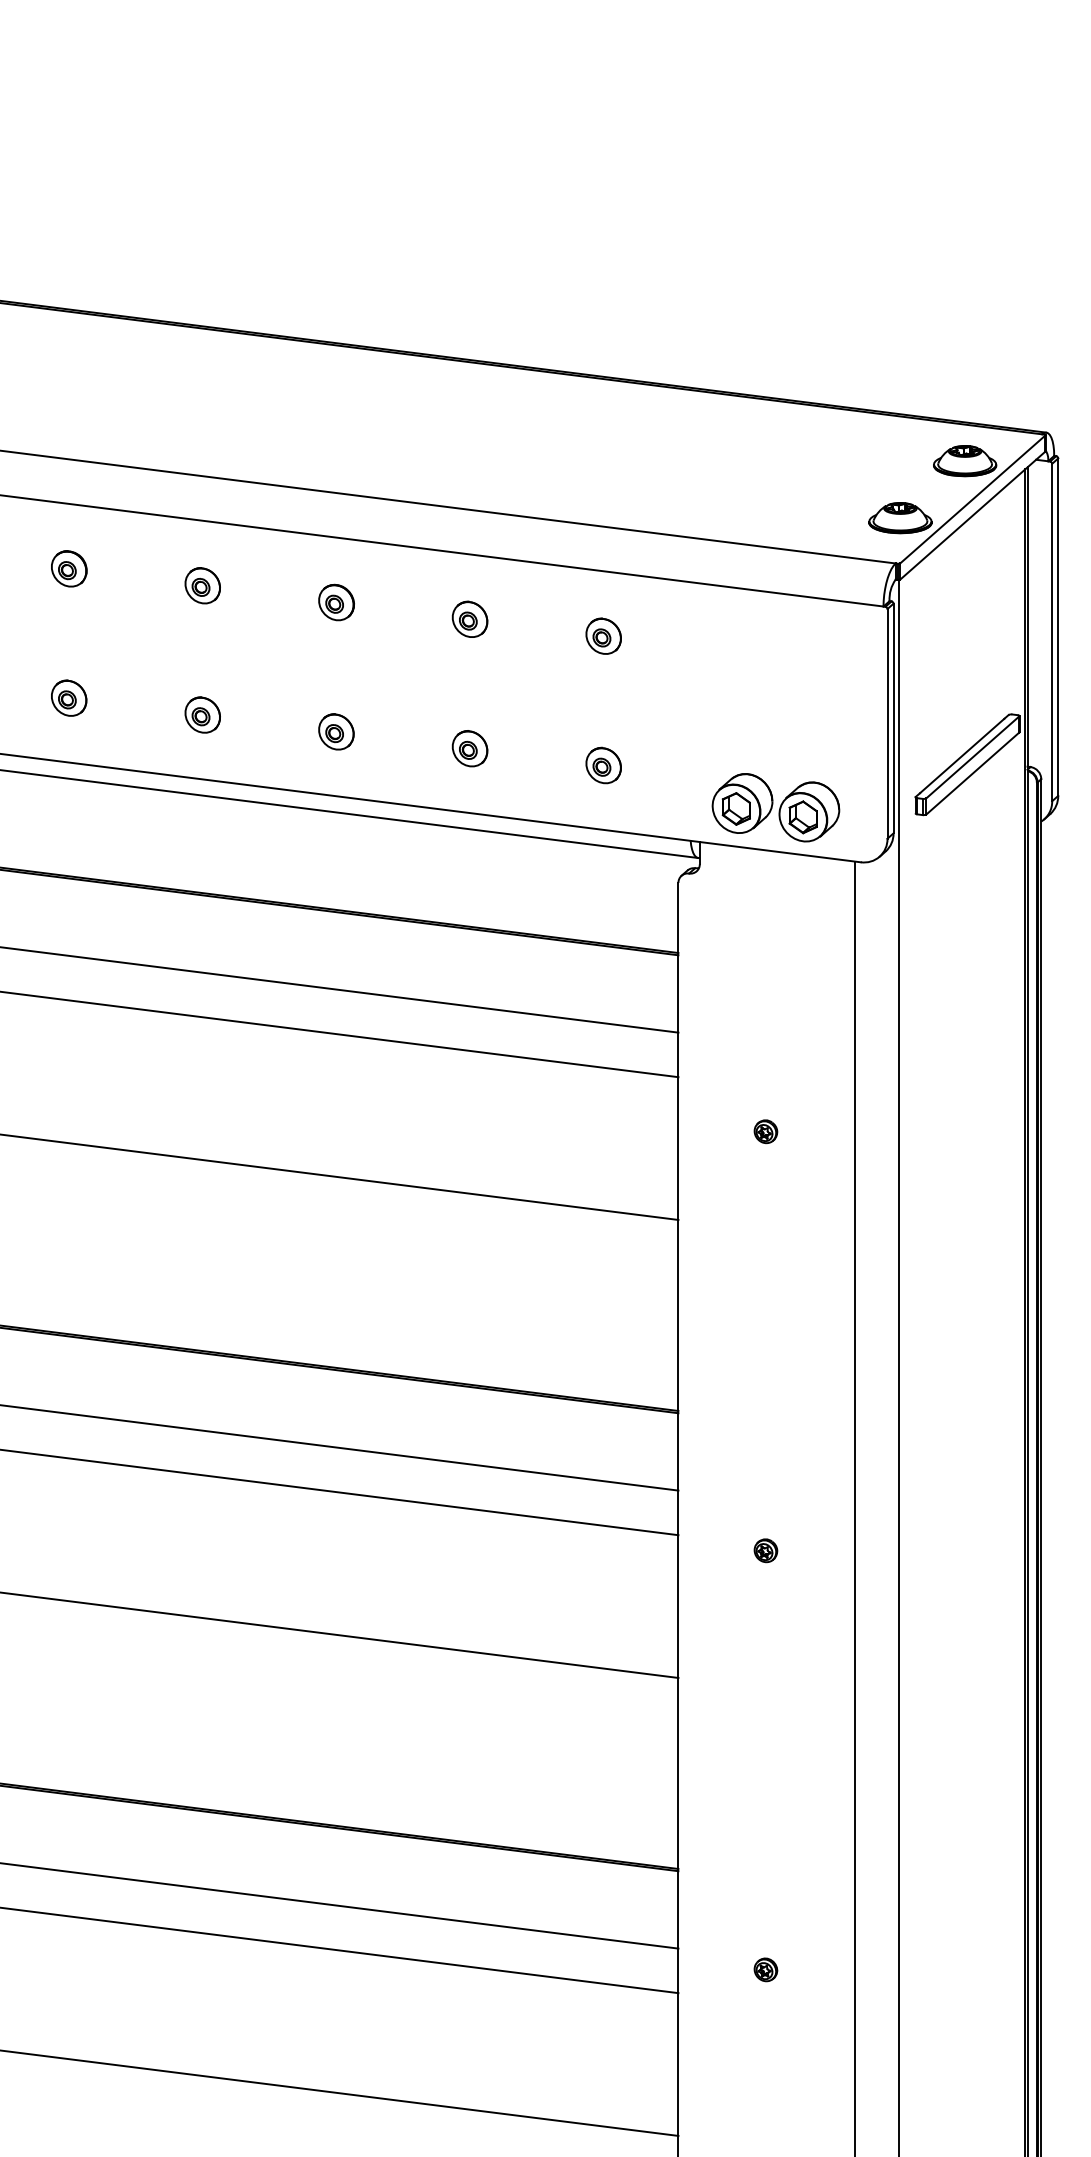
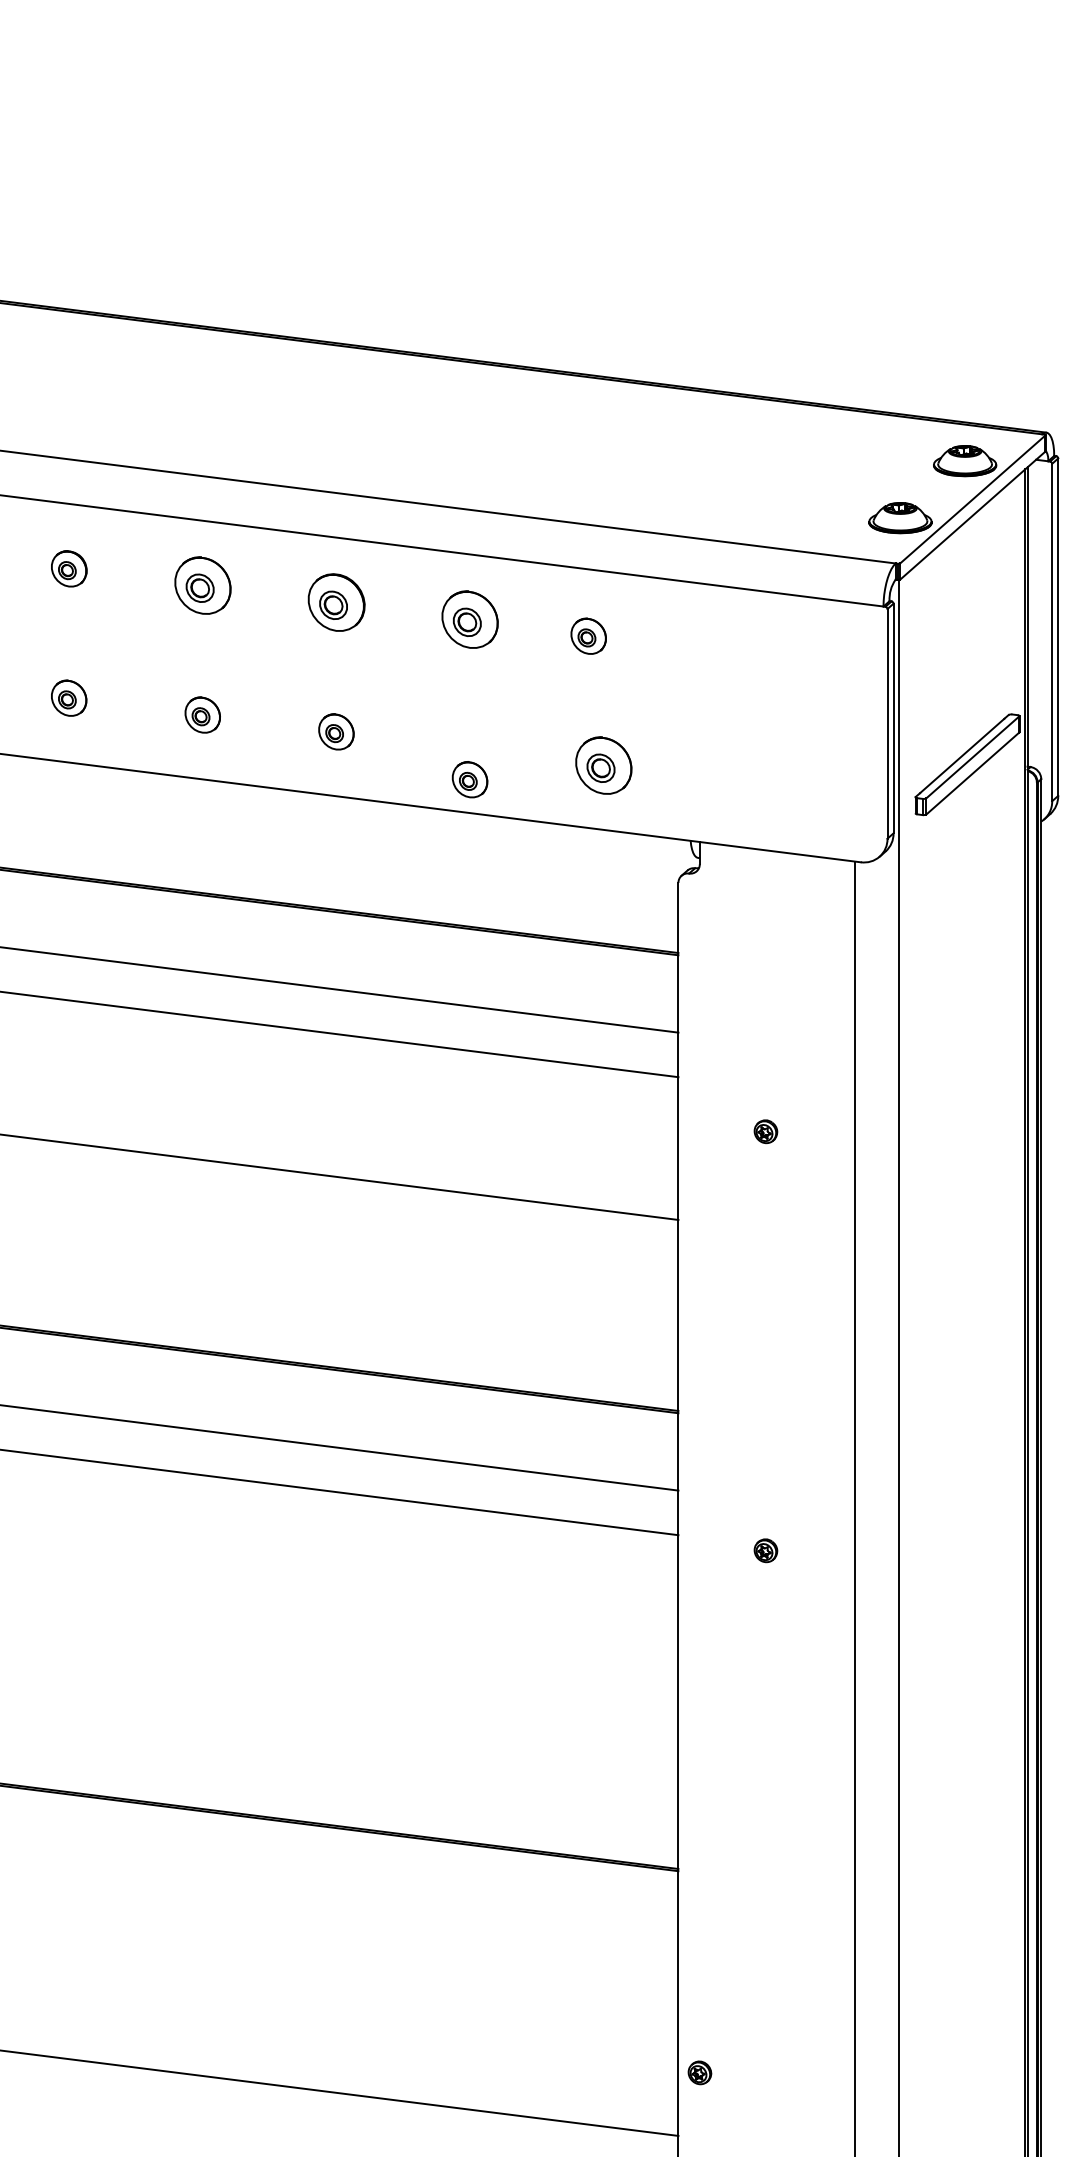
part at (202, 585) size: 37x38 px -> 58x59 px
part at (336, 602) size: 37x39 px -> 59x59 px
part at (469, 618) size: 38x38 px -> 58x59 px
part at (603, 635) position: (603, 635) -> (588, 635)
part at (469, 748) position: (469, 748) -> (469, 779)
part at (603, 765) size: 37x39 px -> 58x59 px
part at (775, 807): present -> none
line at (350, 814): present -> none
line at (340, 1634): present -> none
line at (340, 1905): present -> none
line at (340, 1950): present -> none
part at (765, 1969) position: (765, 1969) -> (699, 2072)
